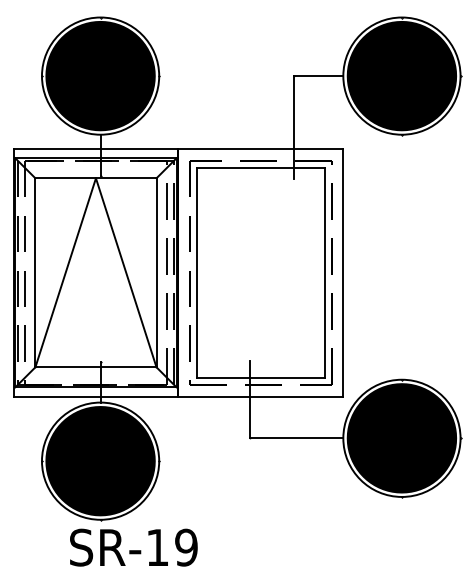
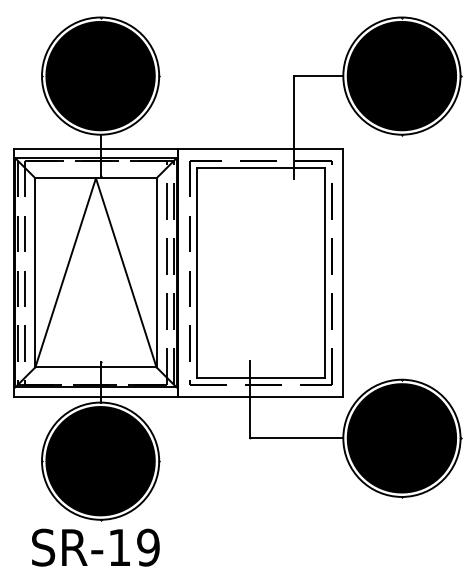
text at (133, 547) position: (133, 547) -> (95, 547)
